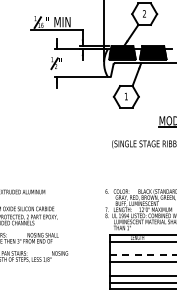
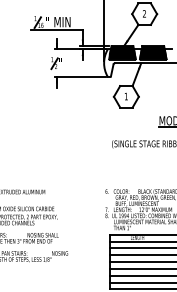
line at (141, 248): none -> present
line at (143, 255): dashed -> solid
line at (141, 268): none -> present
